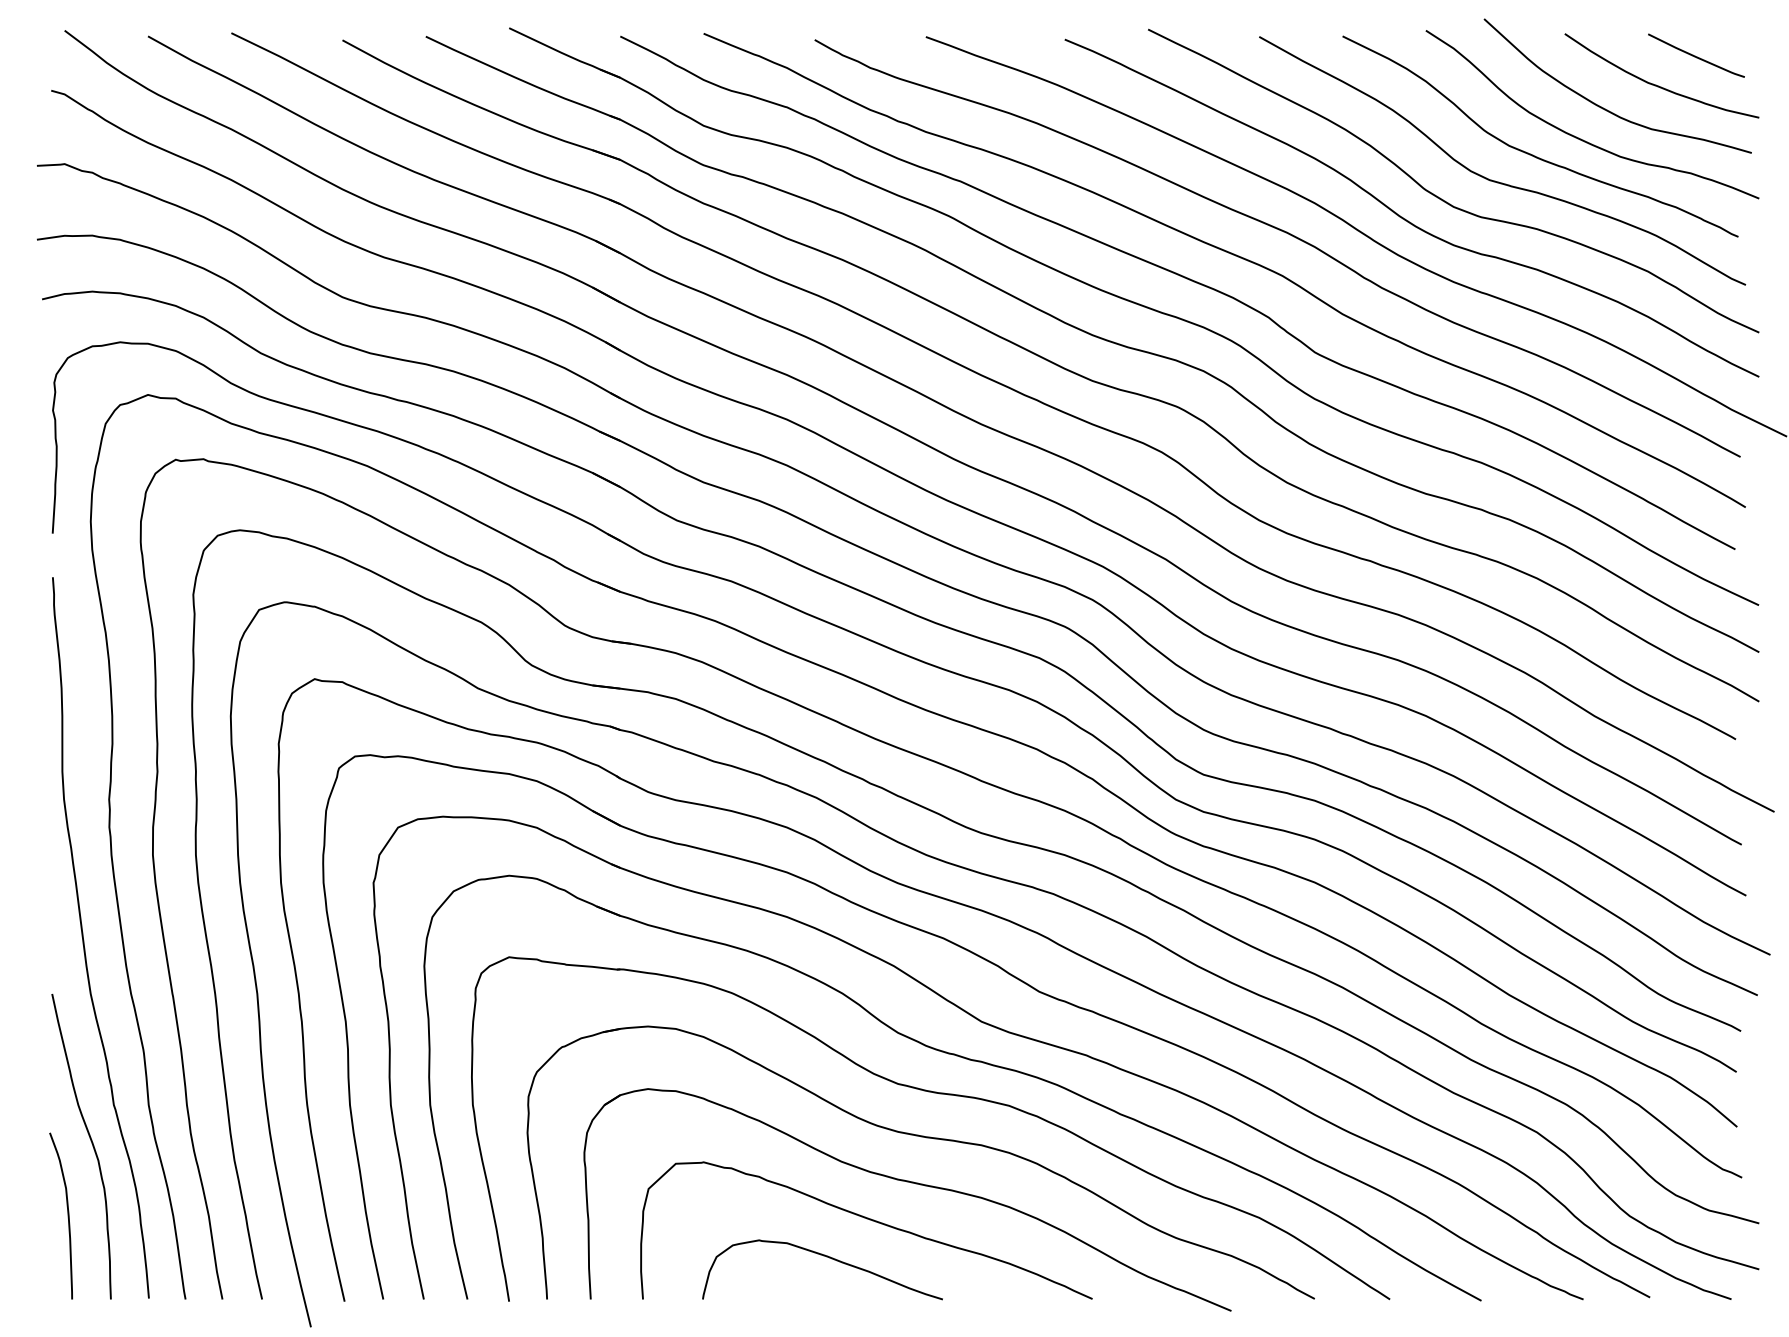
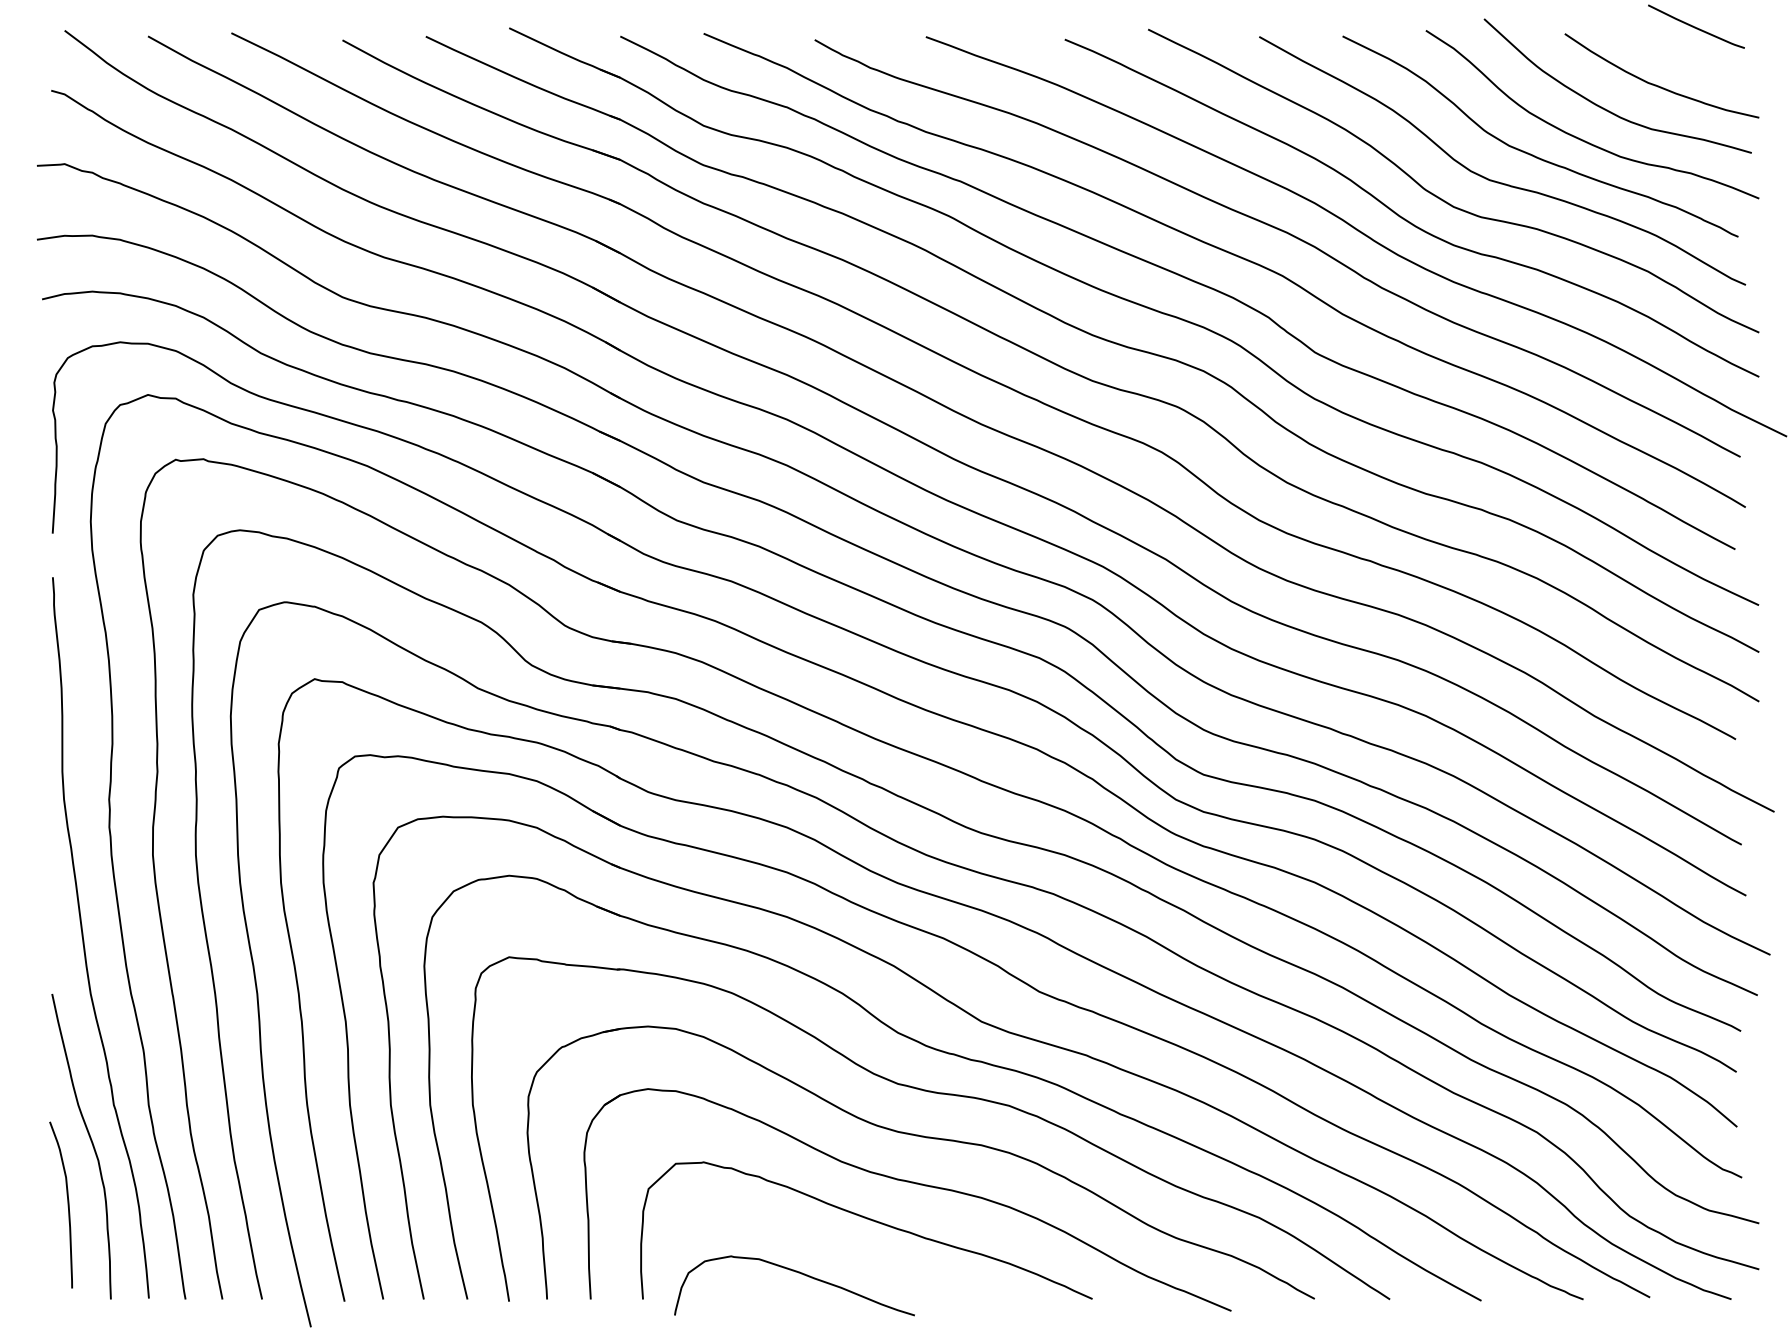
curve at (1695, 55) position: (1695, 55) -> (1695, 26)
curve at (67, 1215) position: (67, 1215) -> (67, 1204)
curve at (826, 1257) position: (826, 1257) -> (798, 1273)
